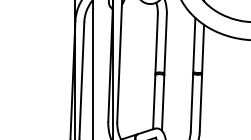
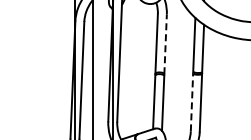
line at (165, 44): solid -> dashed
line at (191, 102): solid -> dashed
